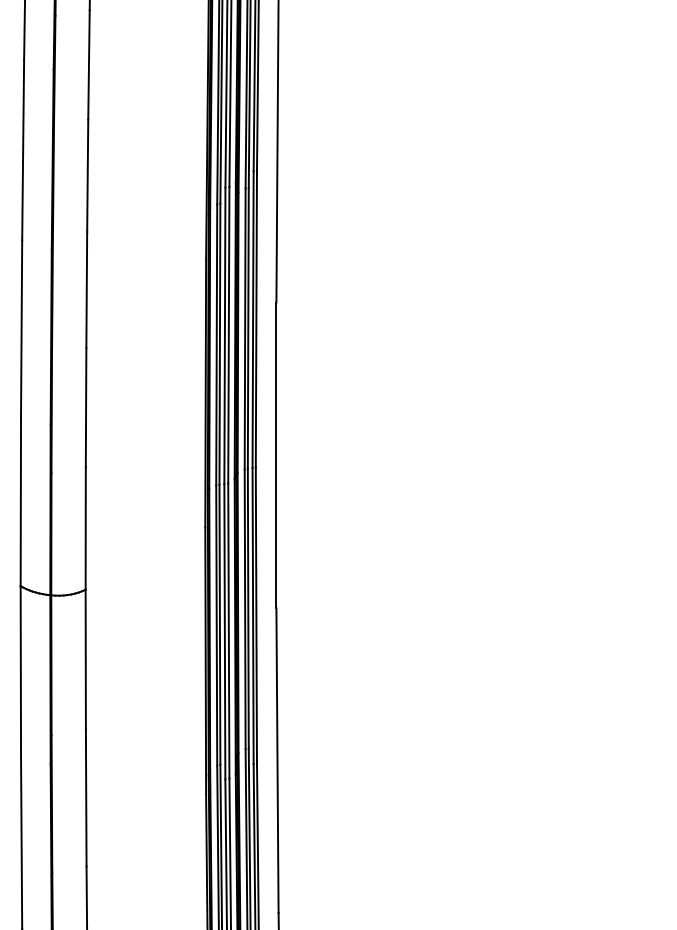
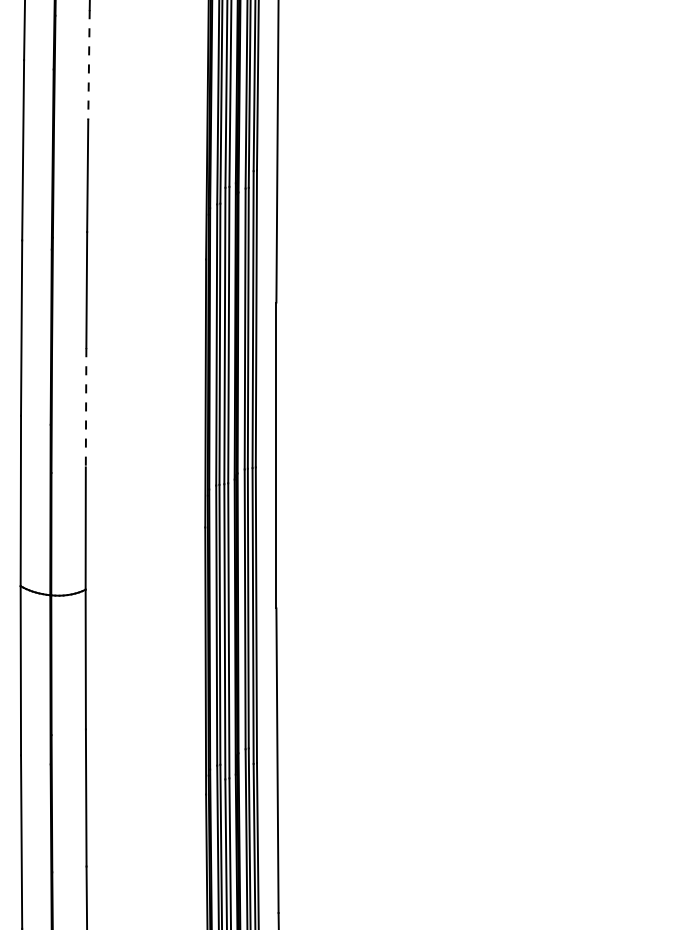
line at (88, 64): solid -> dashed
line at (86, 407): solid -> dashed
